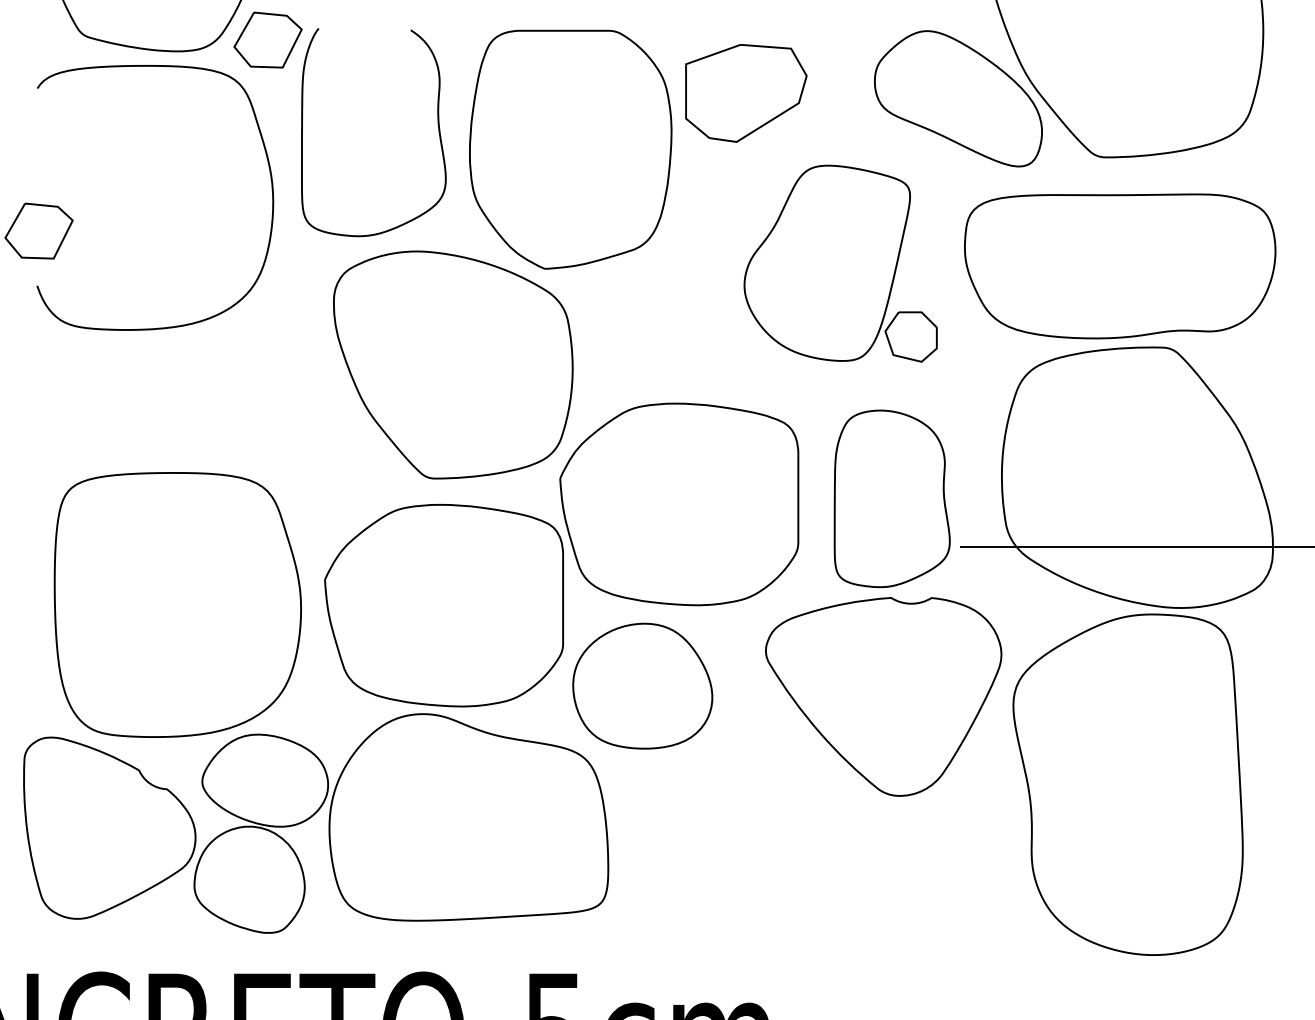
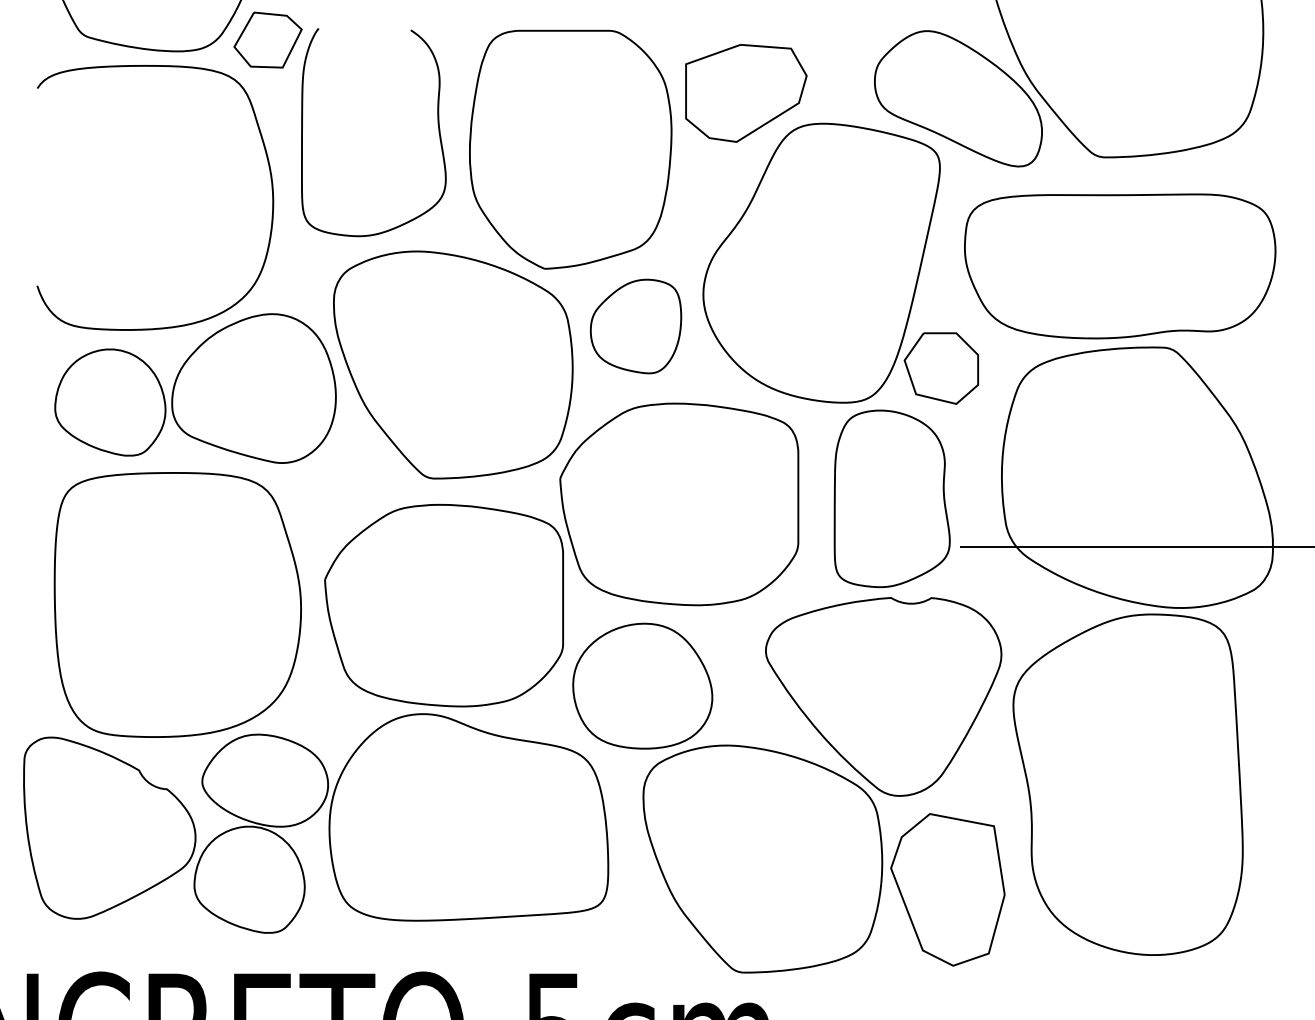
part at (38, 230): present -> none
part at (840, 263) size: 195x199 px -> 277x283 px
part at (635, 326): none -> present
part at (195, 388): none -> present
part at (823, 858): none -> present
